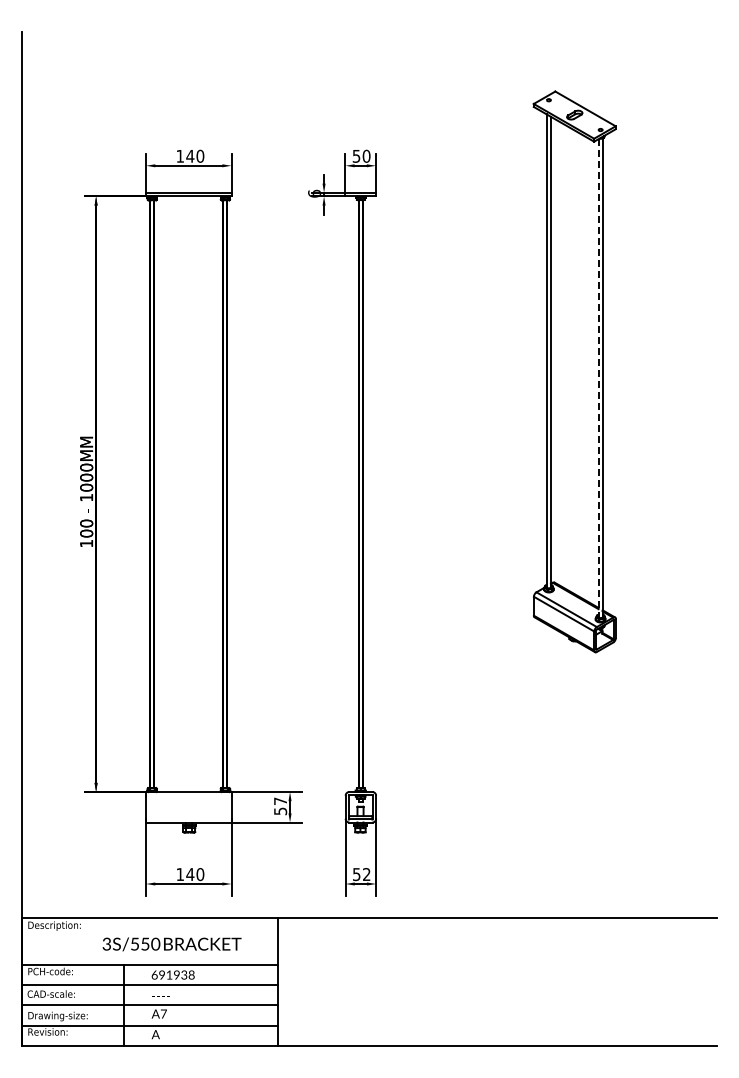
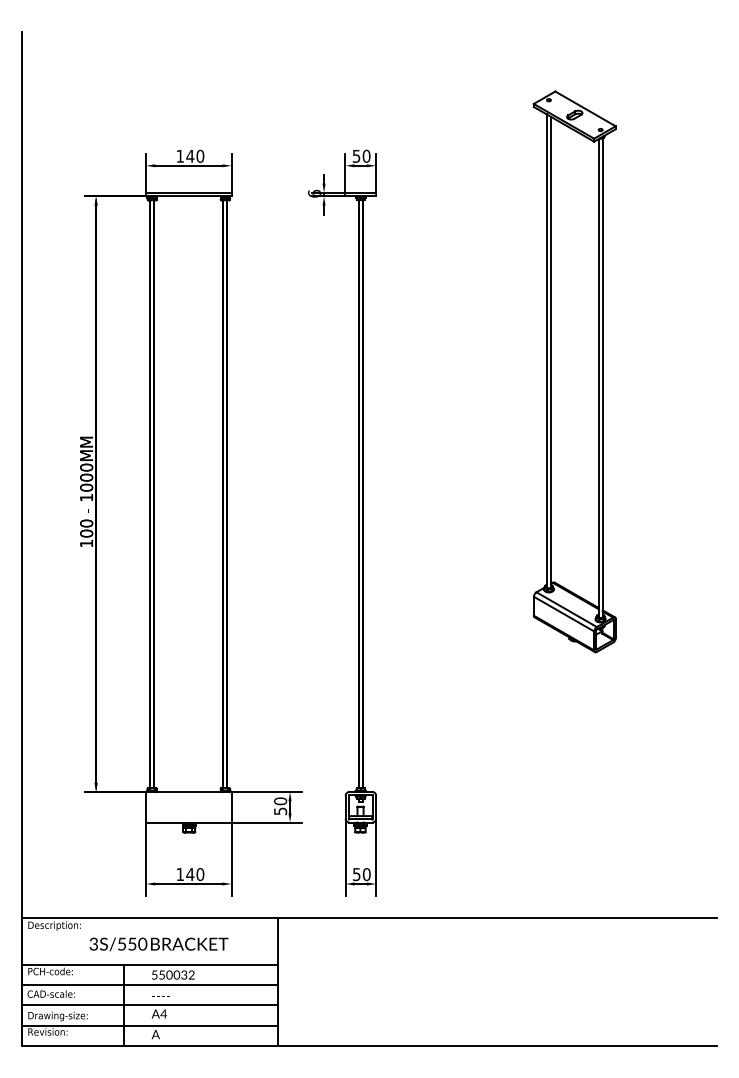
line at (598, 378): dashed -> solid
text at (280, 801): 57 -> 50
text at (366, 874): 52 -> 50
text at (171, 944) position: (171, 944) -> (158, 944)
text at (172, 974): 691938 -> 550032
text at (163, 1013): A7 -> A4
